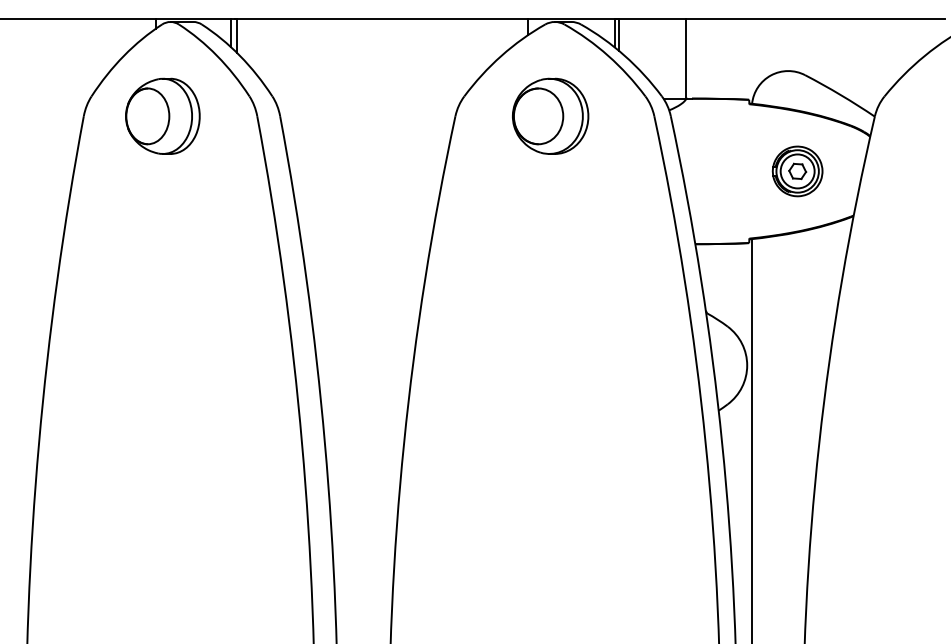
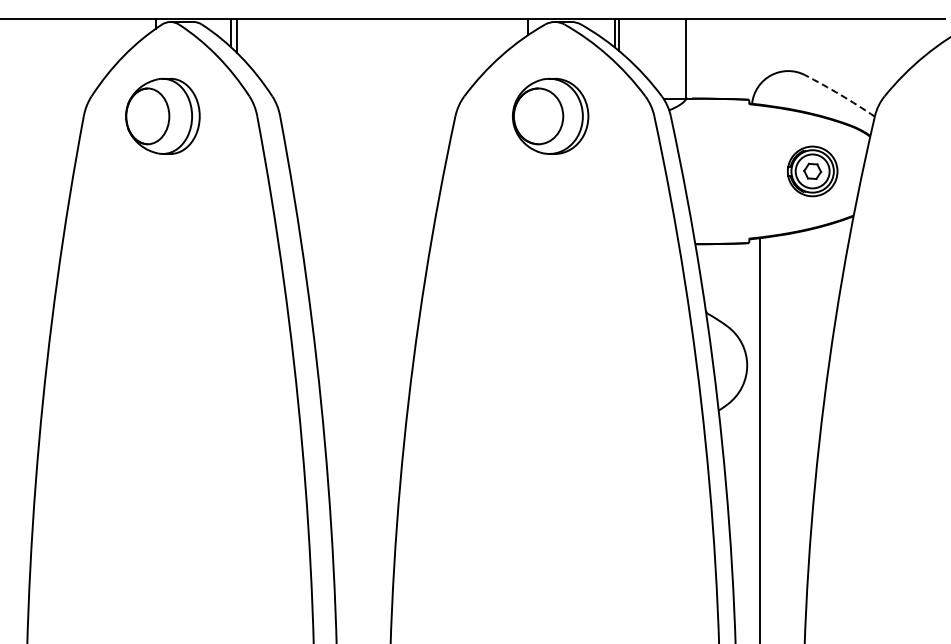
arc at (840, 94): solid -> dashed
part at (797, 171) position: (797, 171) -> (812, 171)
line at (751, 439) position: (751, 439) -> (759, 439)
